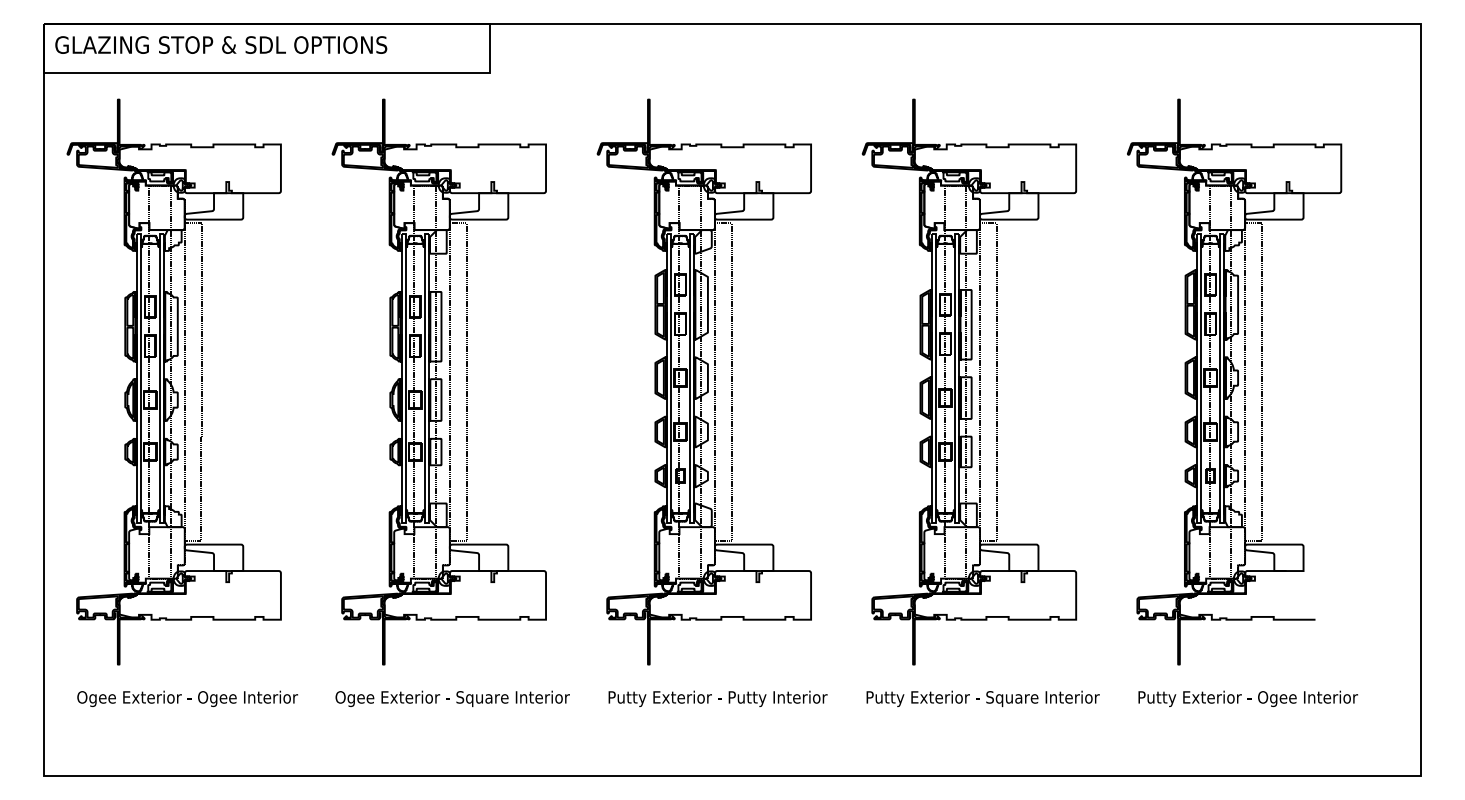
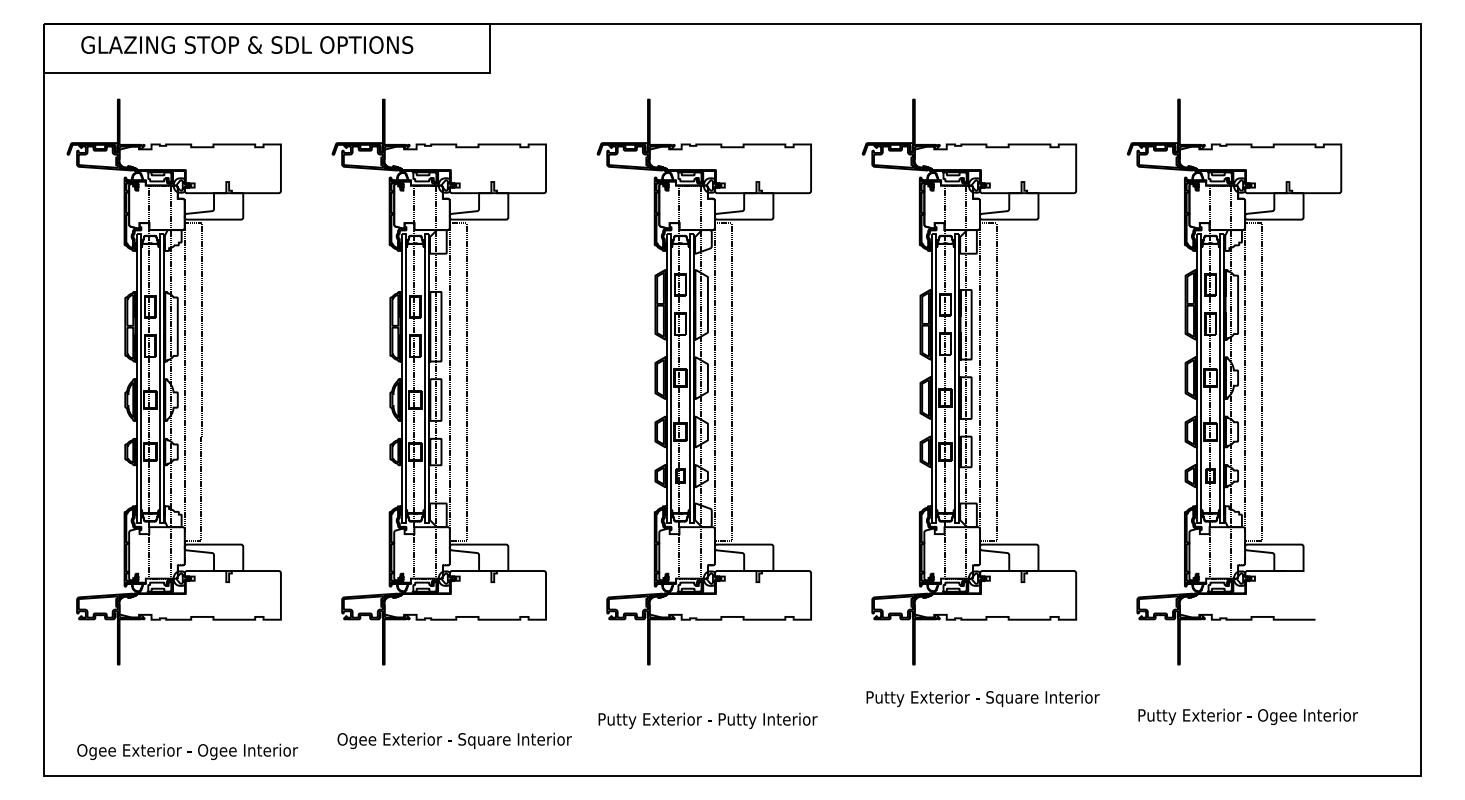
text at (221, 44) position: (221, 44) -> (247, 44)
text at (187, 698) position: (187, 698) -> (187, 751)
text at (452, 698) position: (452, 698) -> (454, 740)
text at (717, 698) position: (717, 698) -> (707, 720)
text at (1247, 698) position: (1247, 698) -> (1247, 716)
